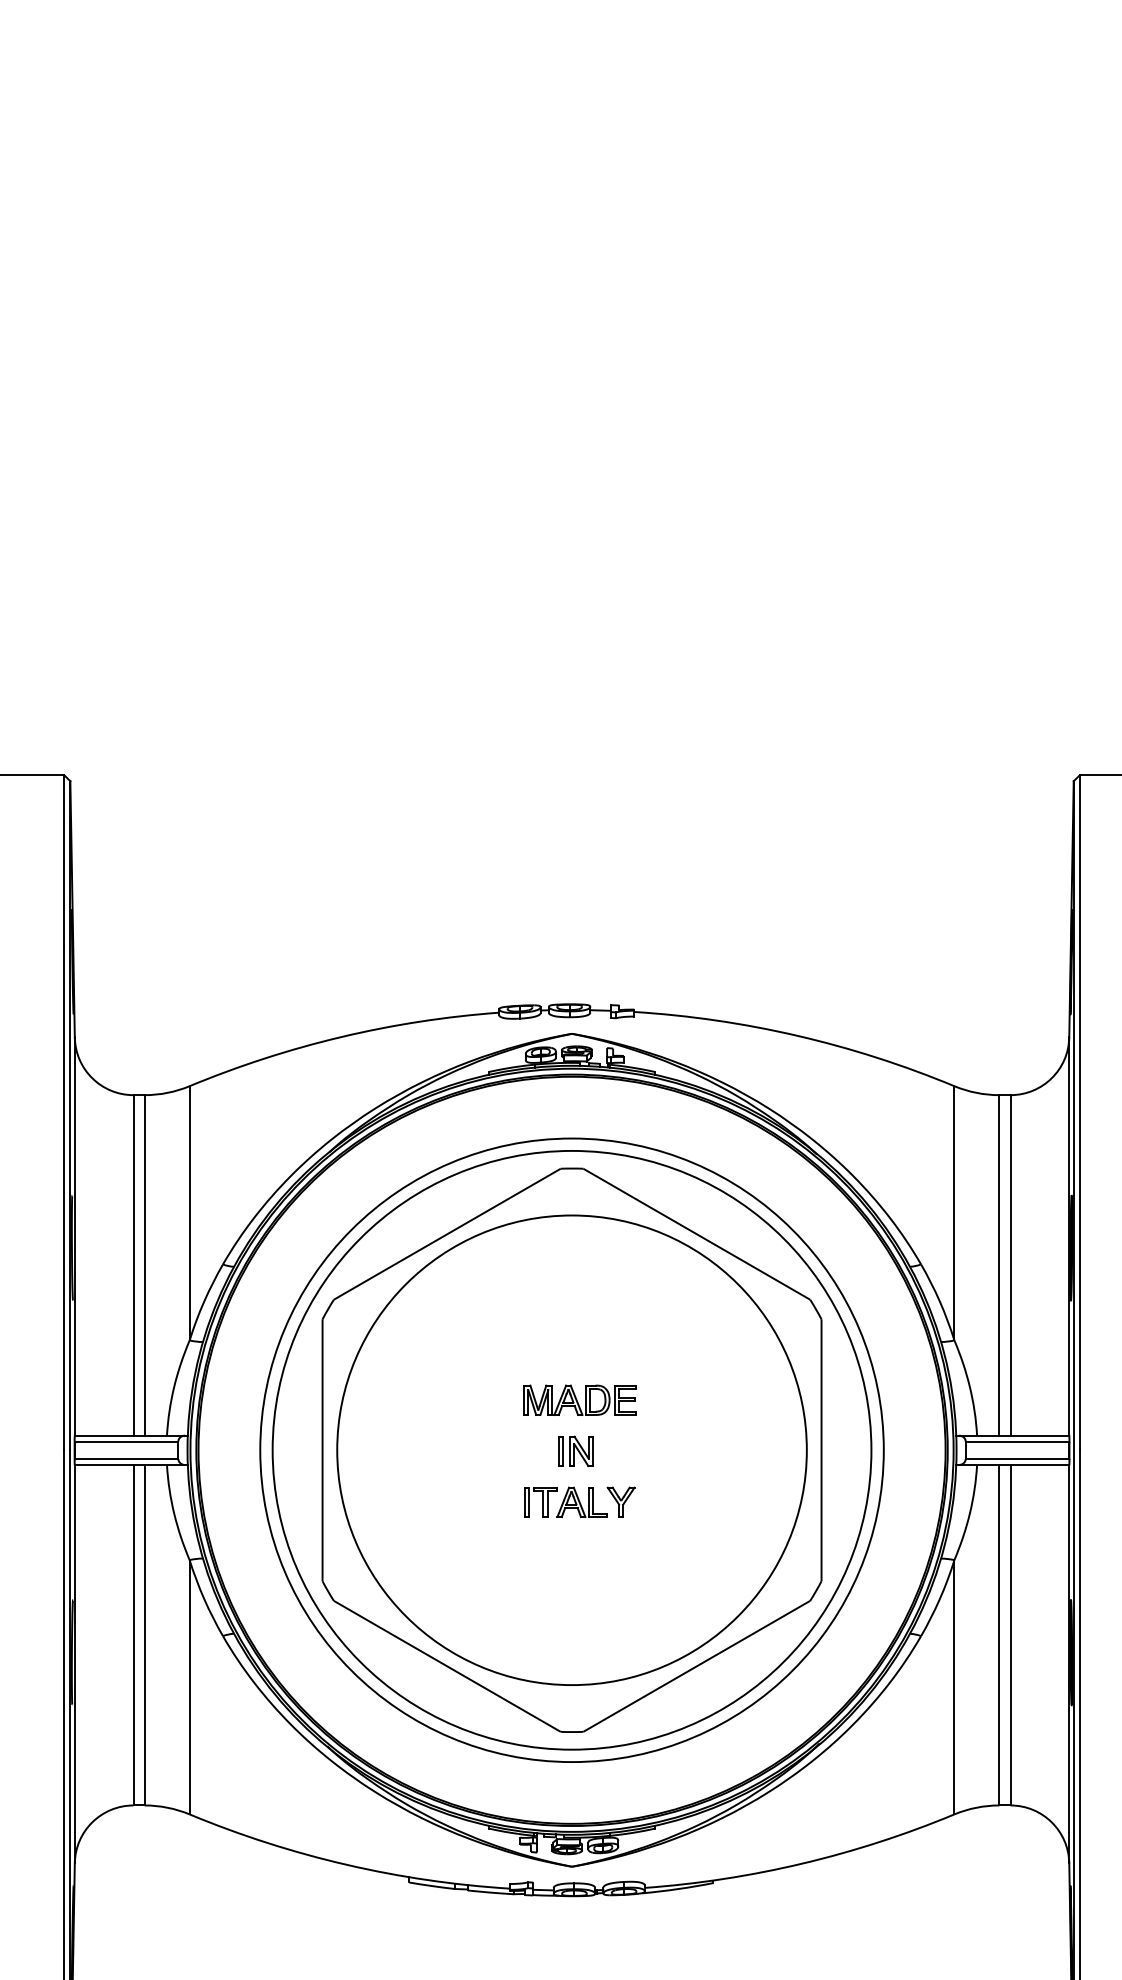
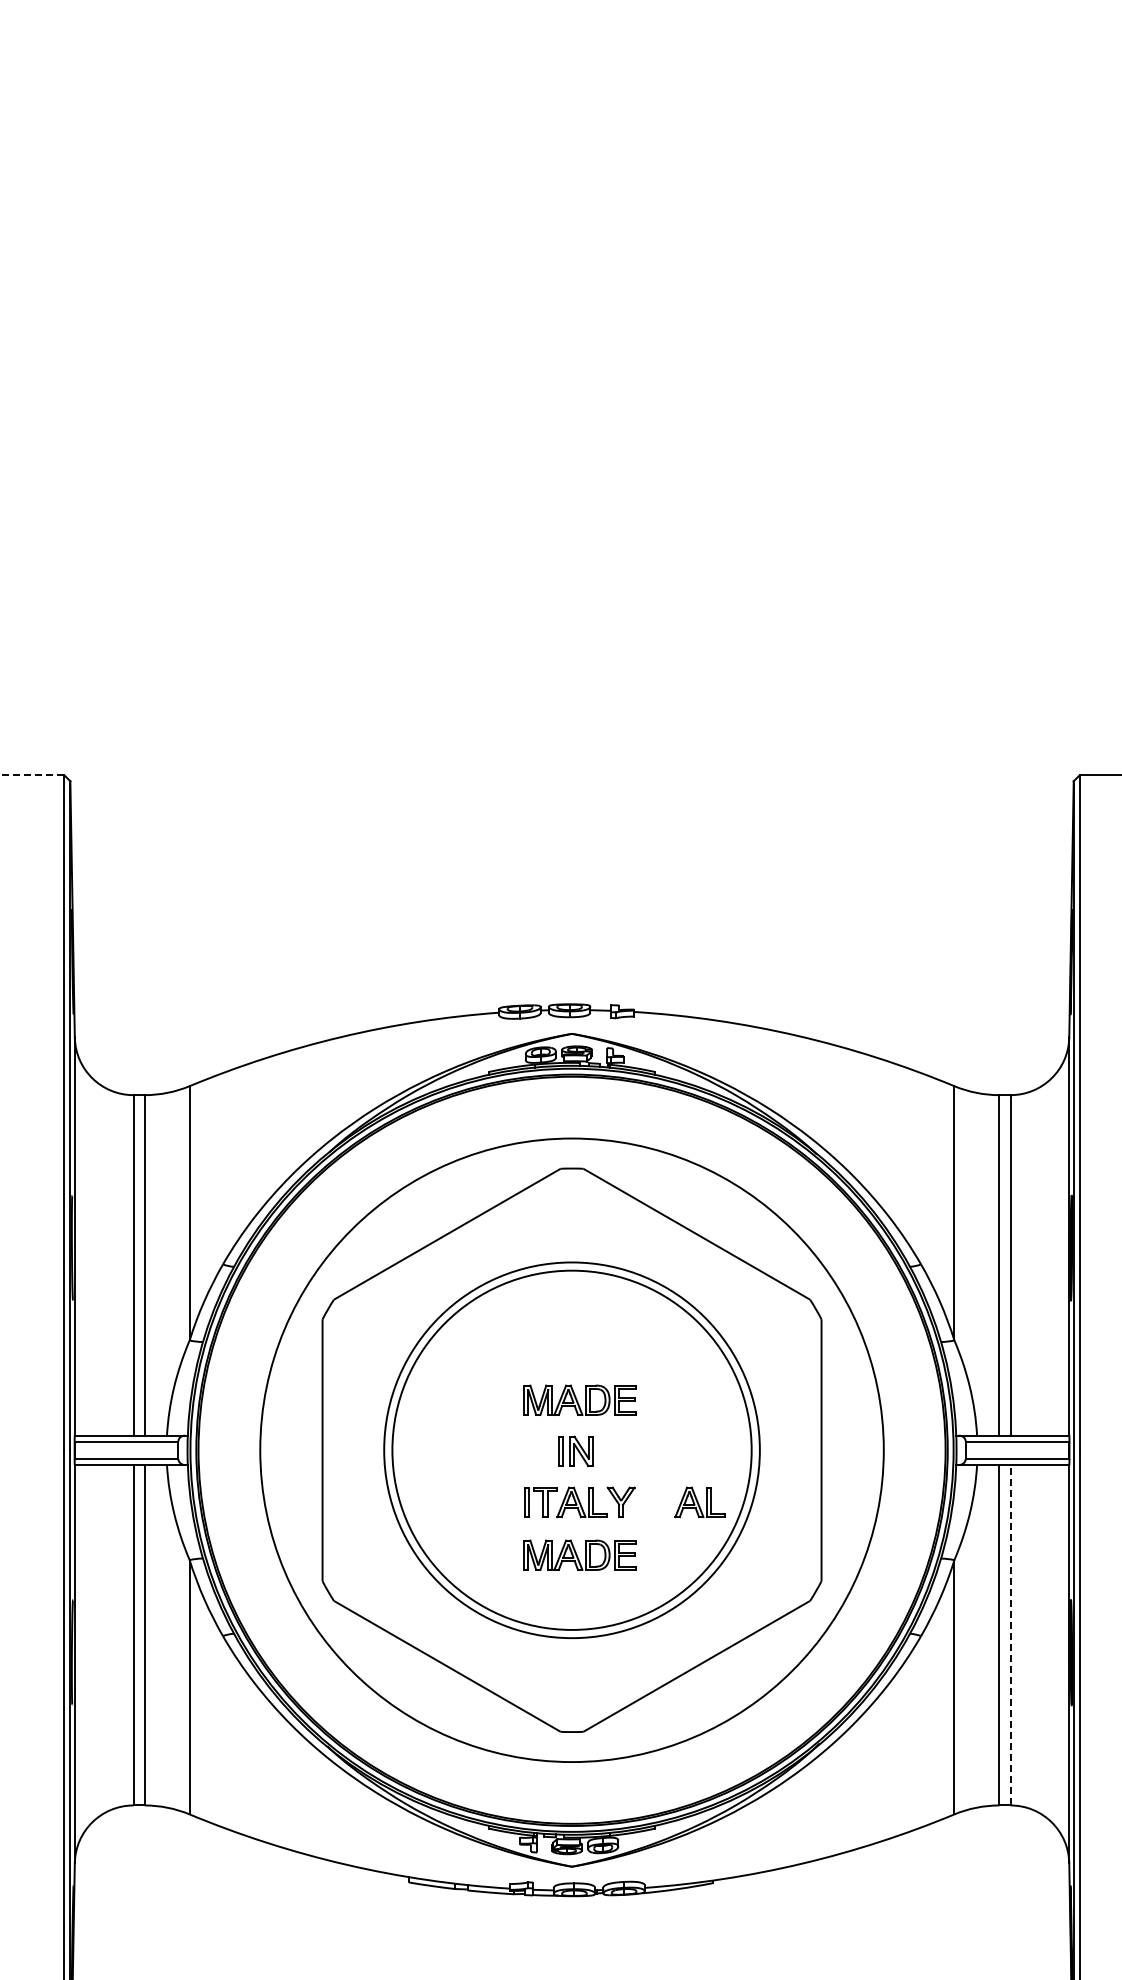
line at (32, 775): solid -> dashed
circle at (571, 1449) diameter: 599 px -> 359 px
circle at (571, 1450) diameter: 470 px -> 376 px
part at (699, 1501): none -> present
part at (579, 1554): none -> present
line at (1010, 1634): solid -> dashed
